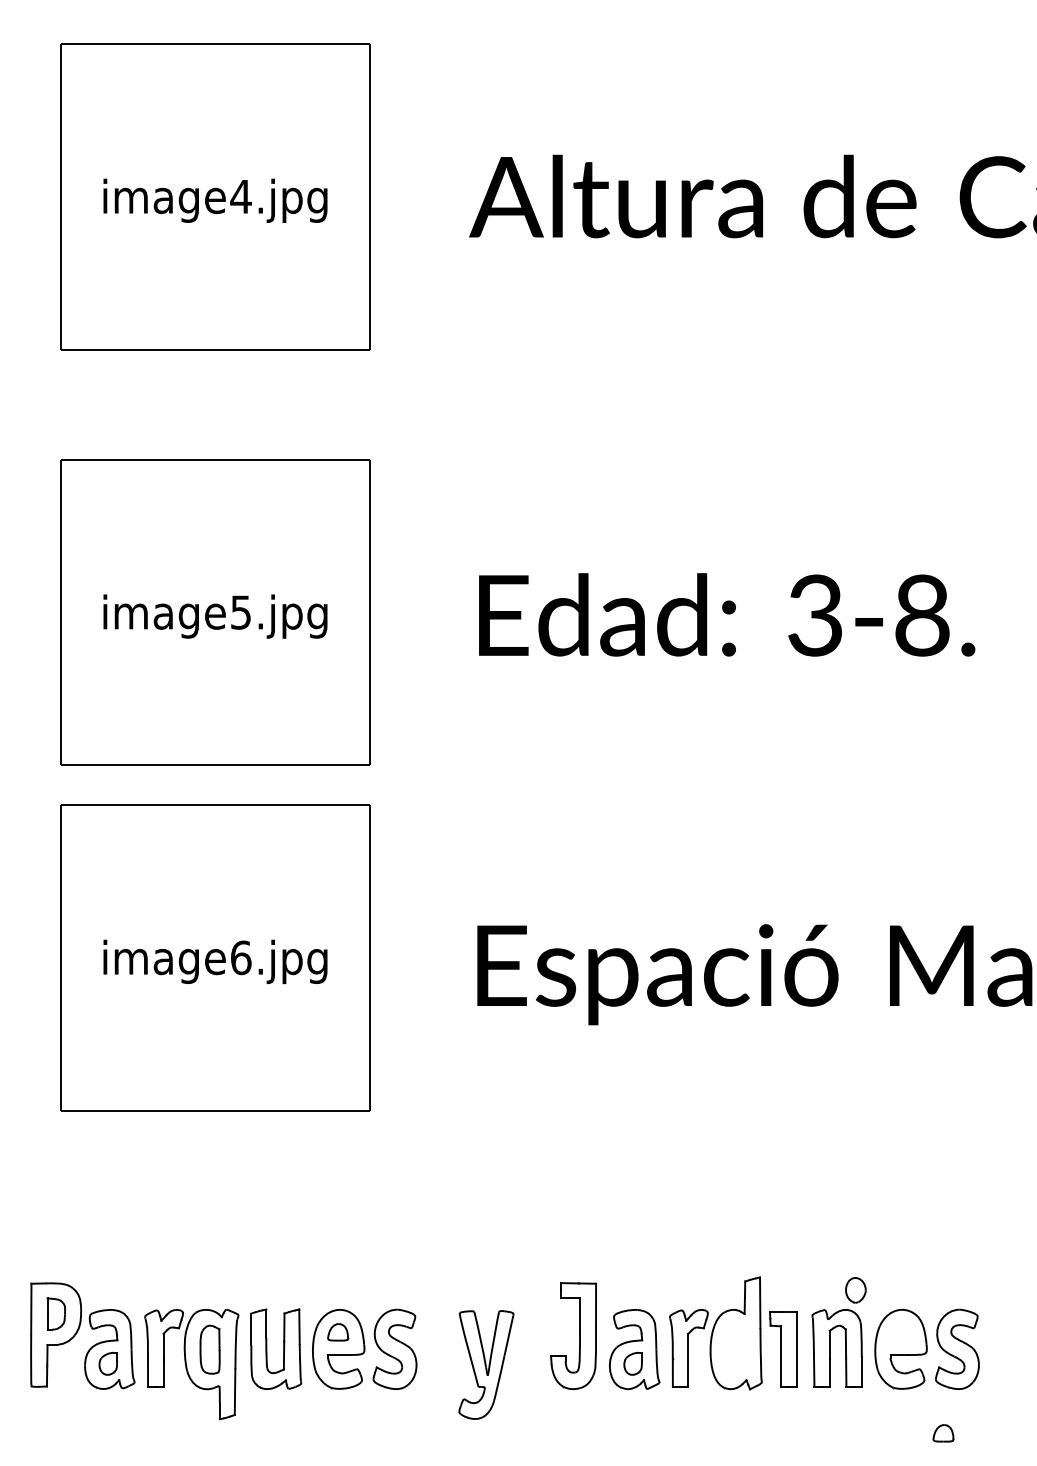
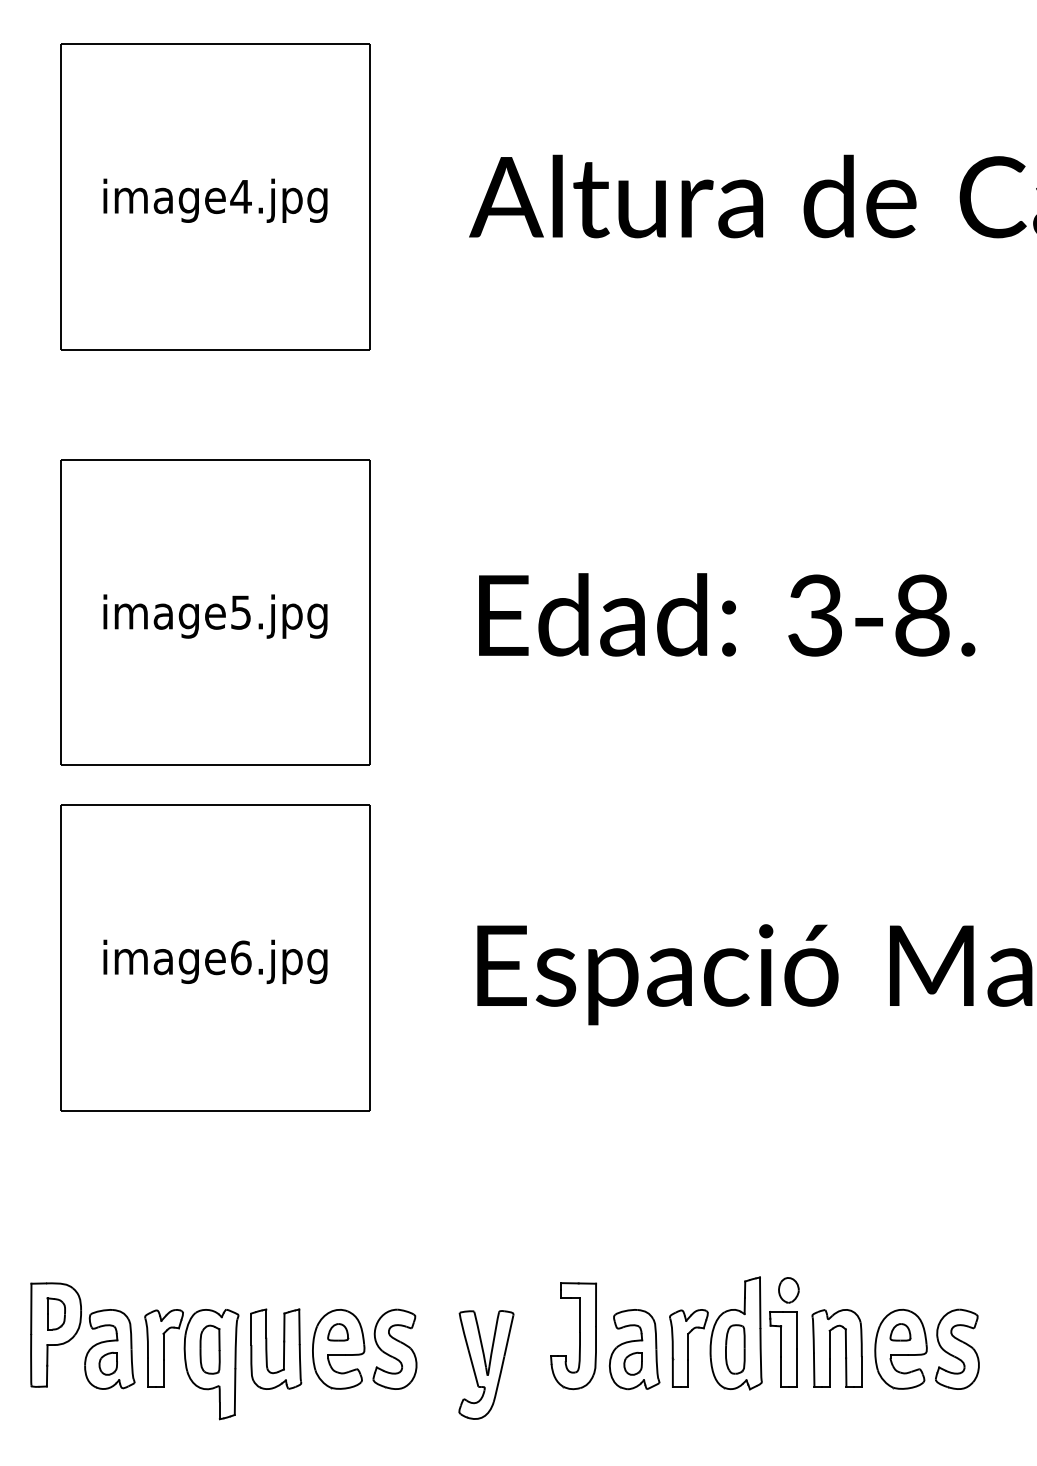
part at (855, 1290) position: (855, 1290) -> (788, 1290)
part at (735, 1349): none -> present
part at (943, 1433) position: (943, 1433) -> (900, 1332)
